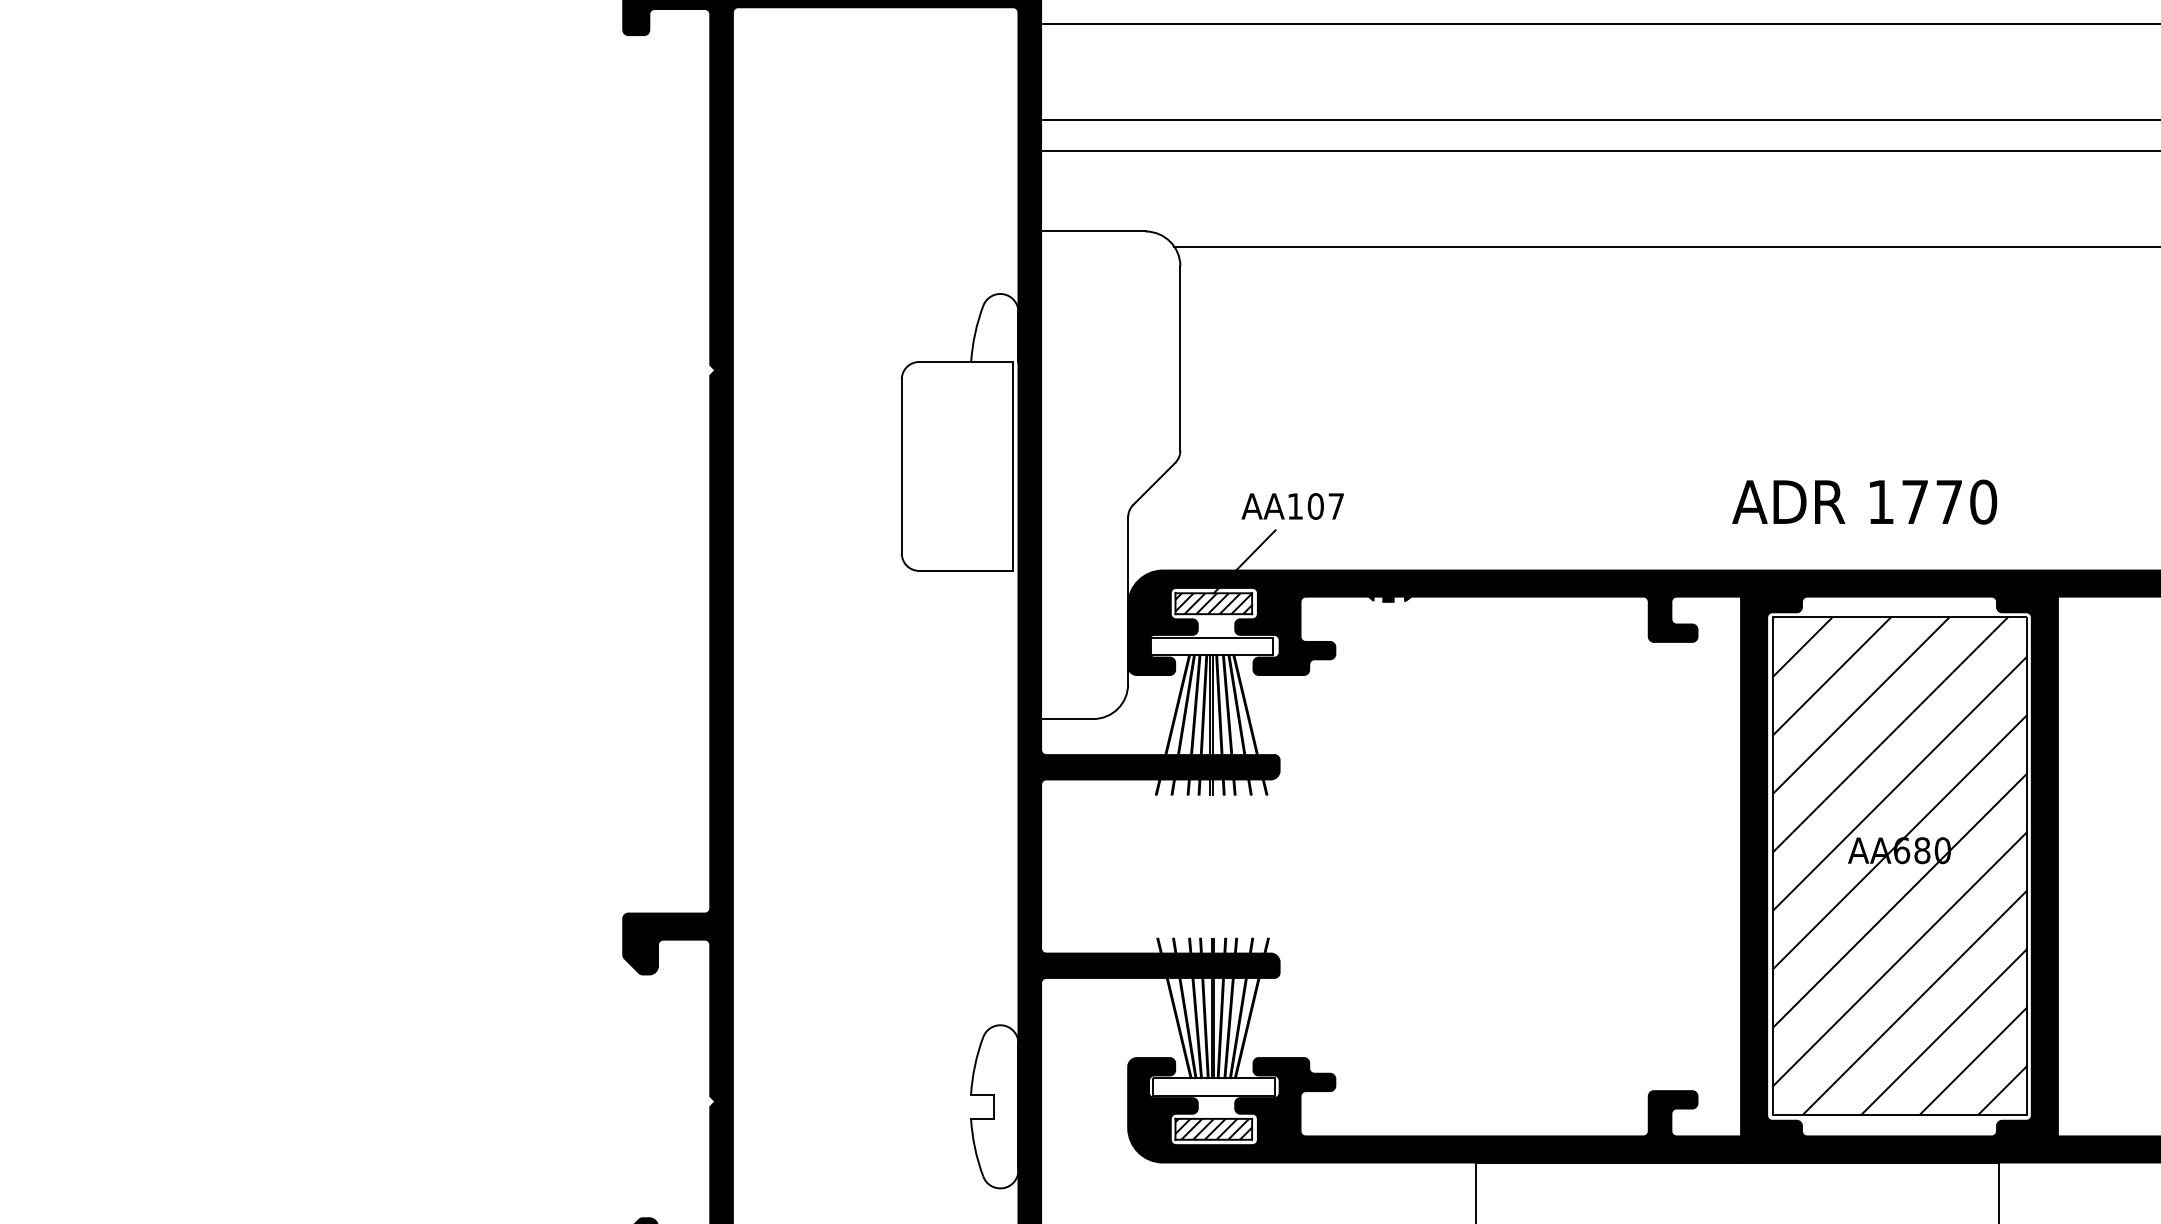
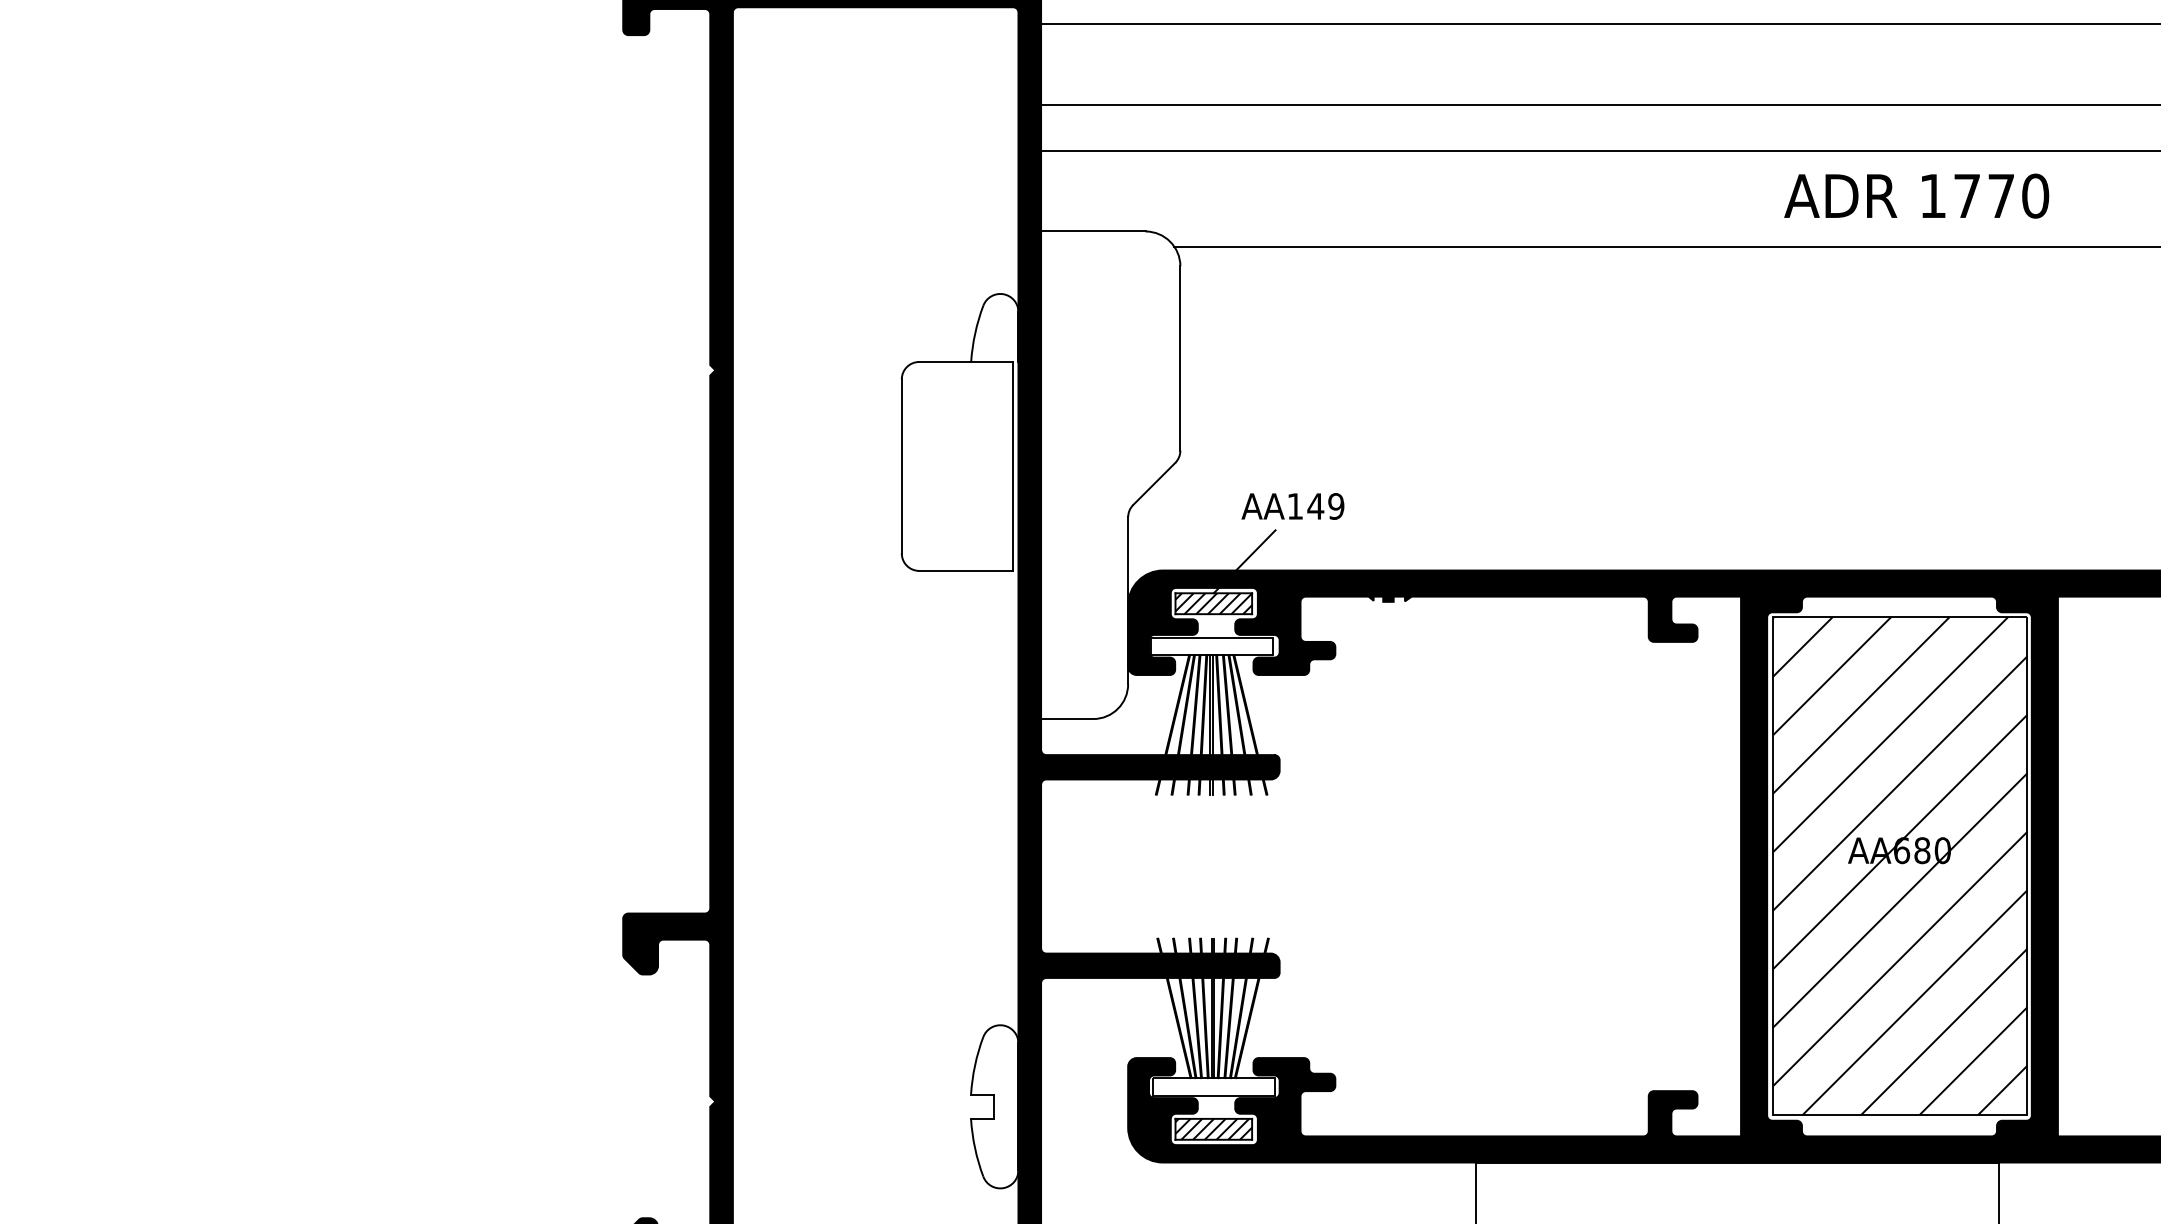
line at (1599, 119) position: (1599, 119) -> (1599, 104)
text at (1864, 501) position: (1864, 501) -> (1916, 195)
text at (1325, 506): AA107 -> AA149
